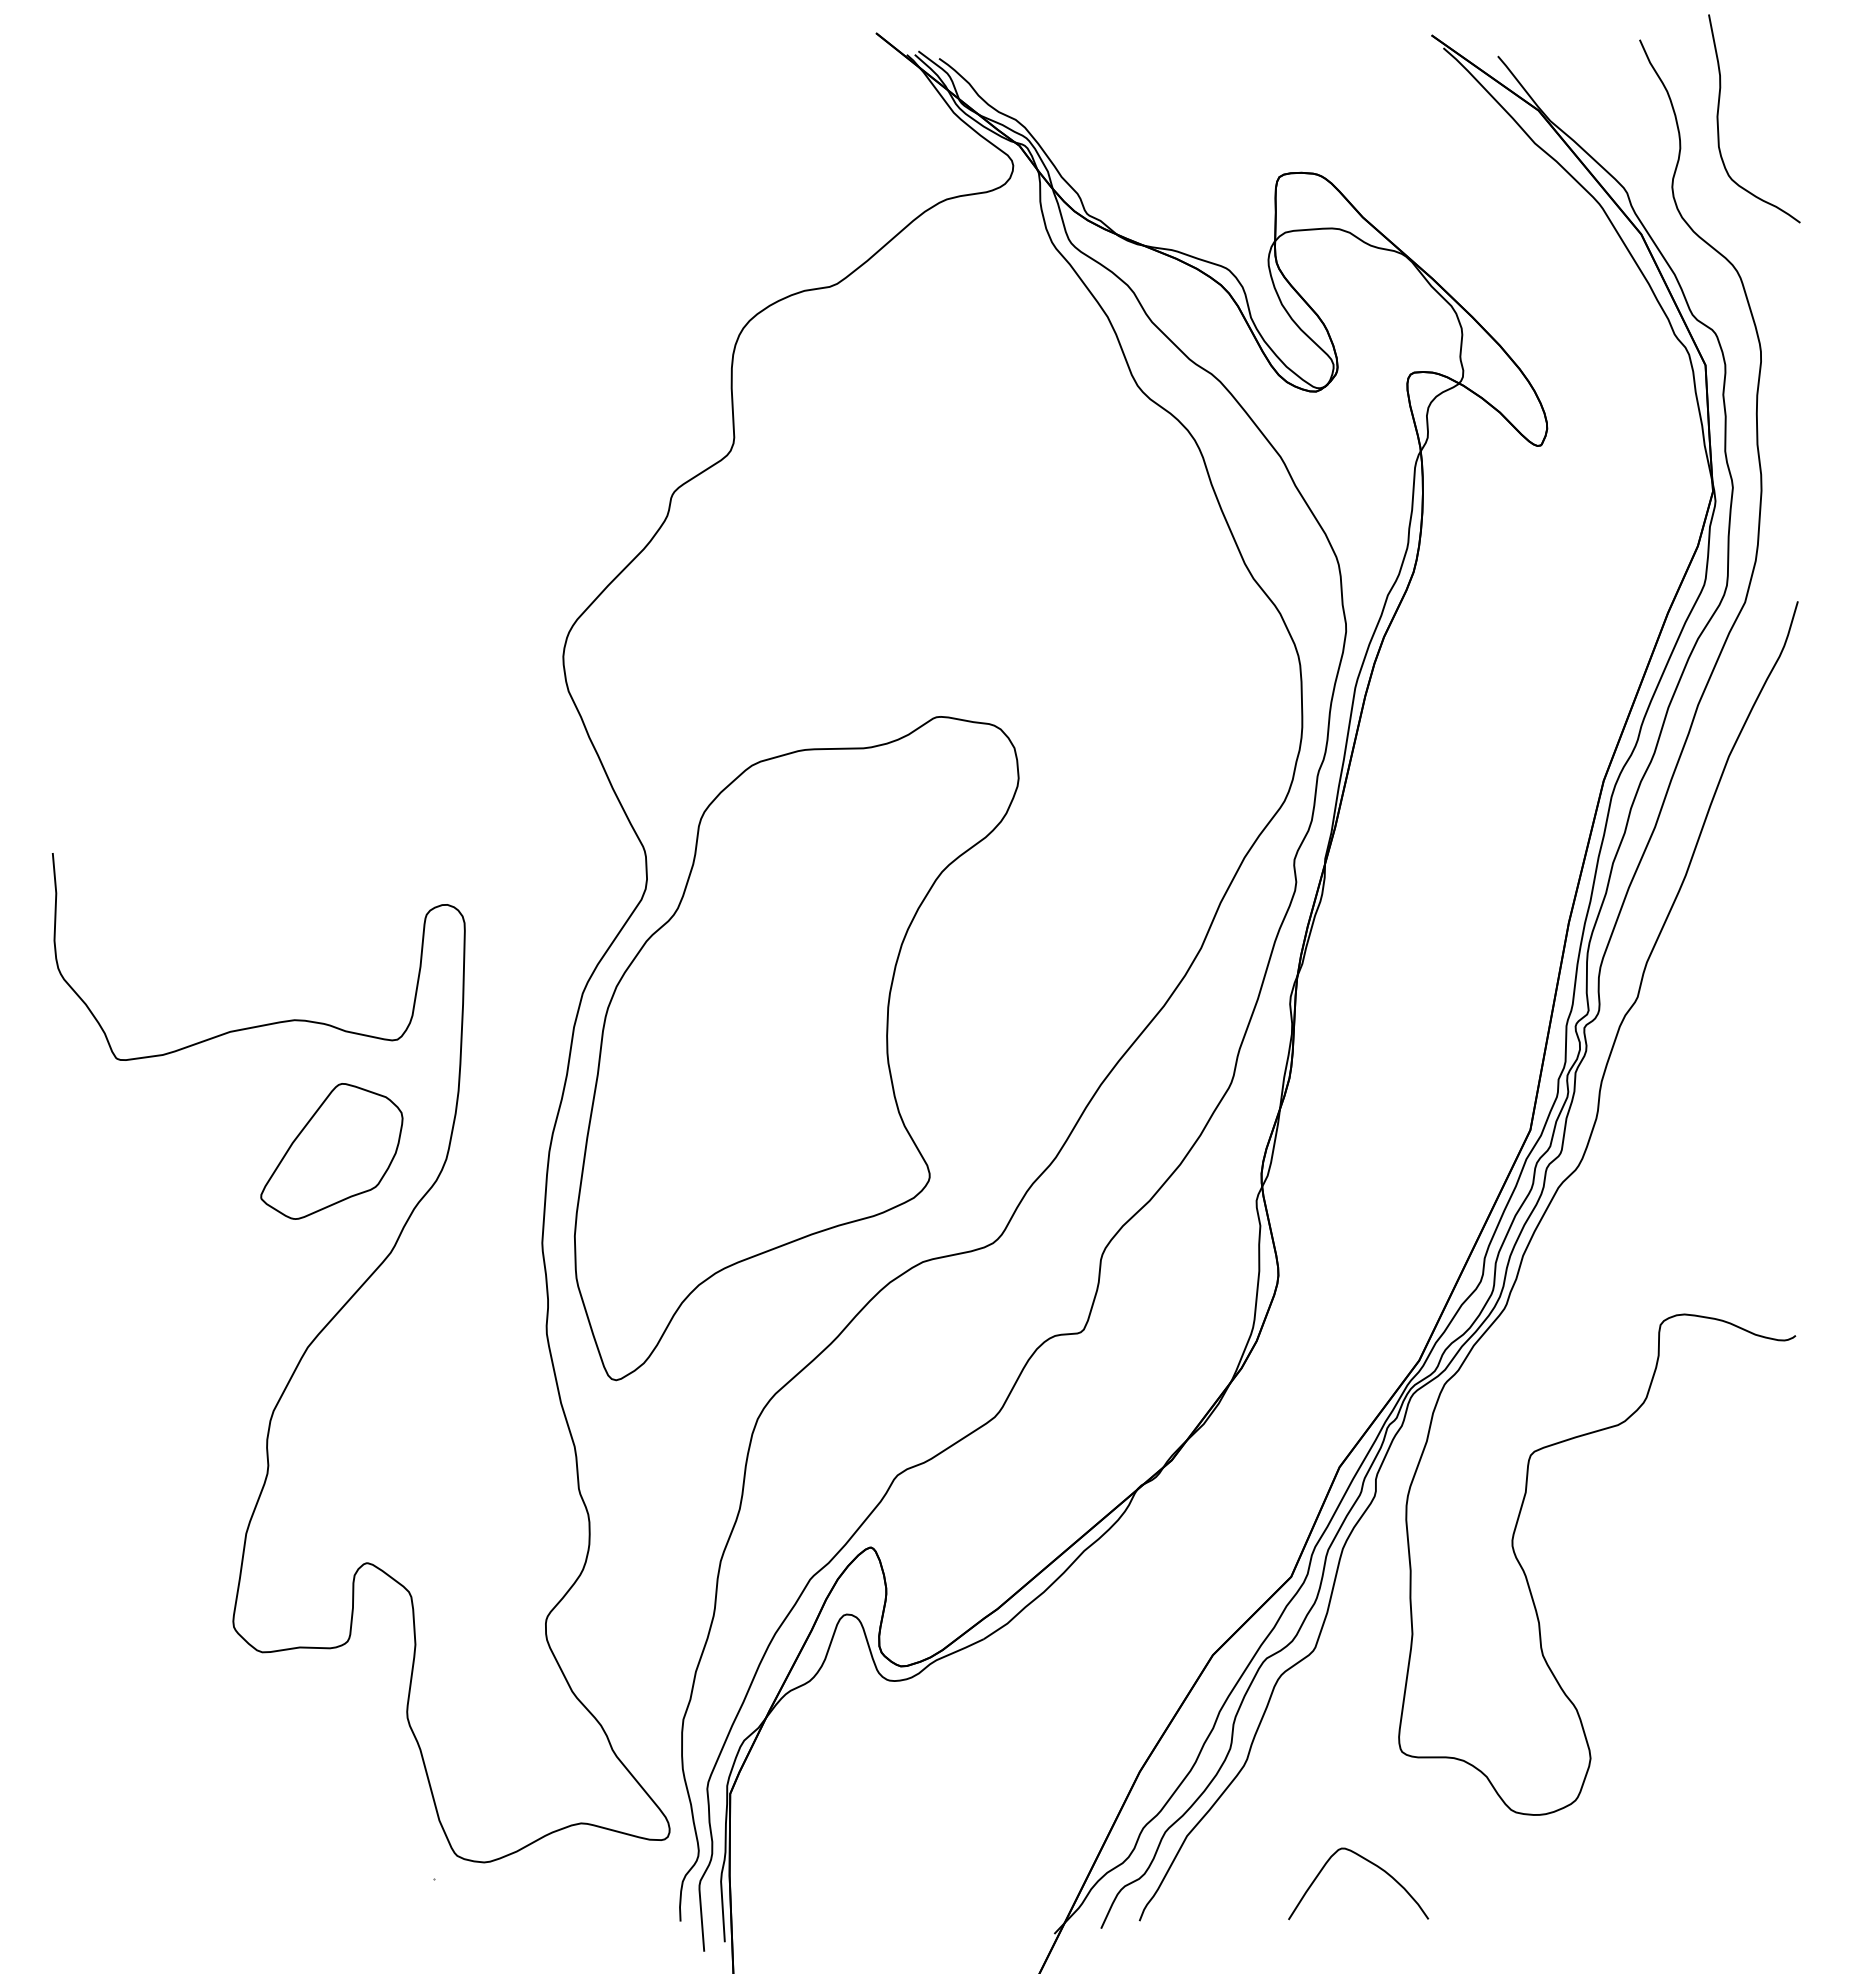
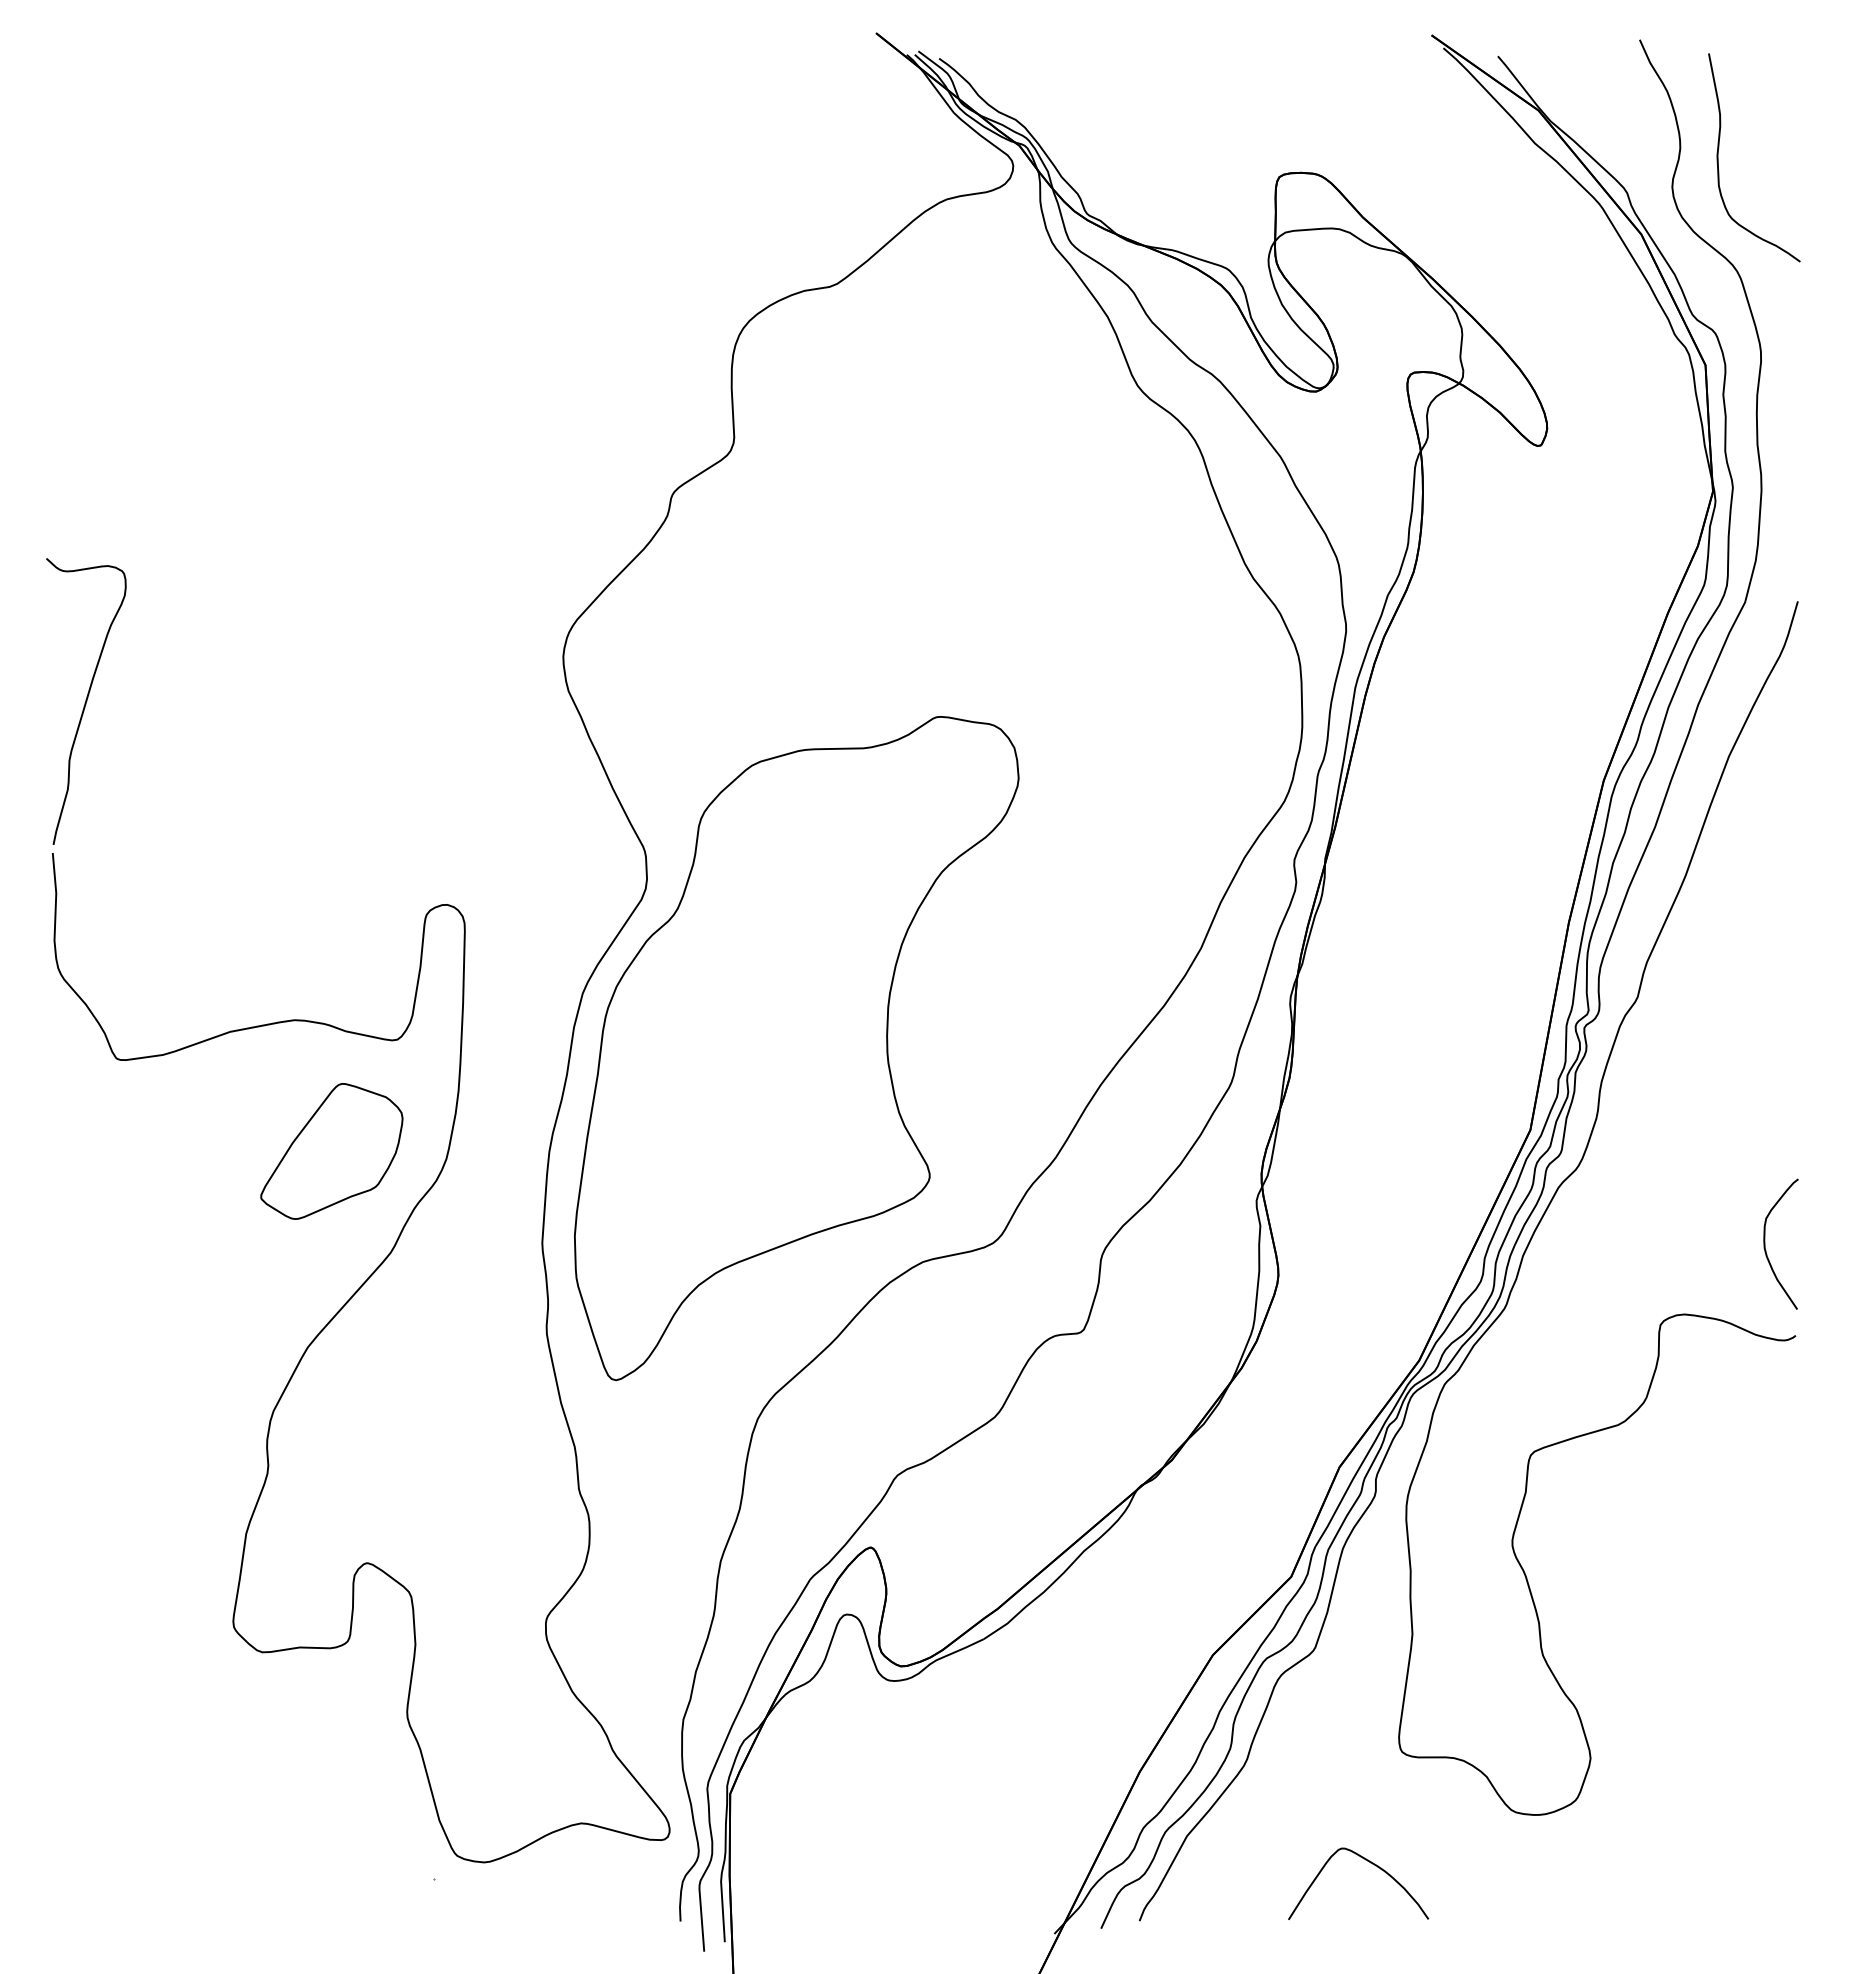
curve at (1718, 118) position: (1718, 118) -> (1718, 157)
curve at (86, 701): none -> present
curve at (1765, 1243): none -> present
